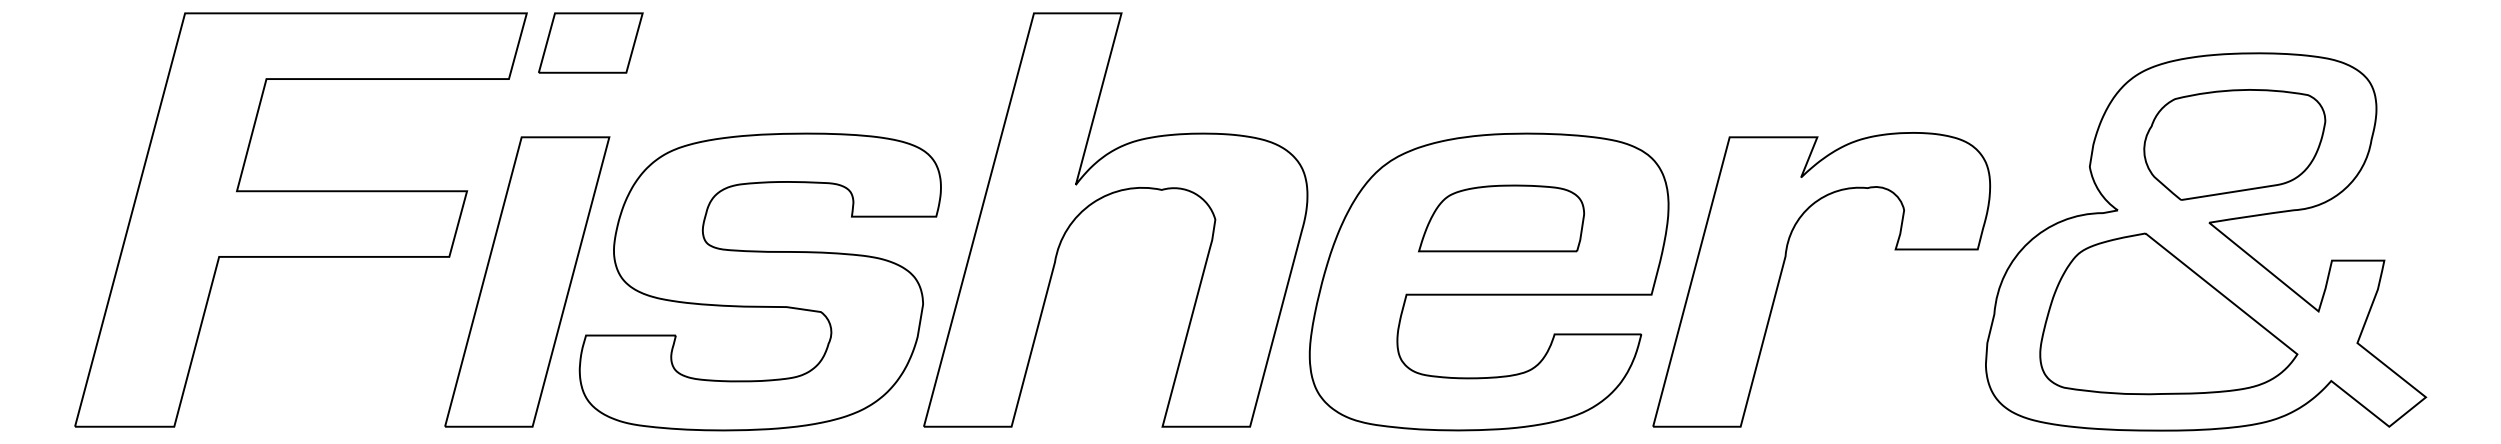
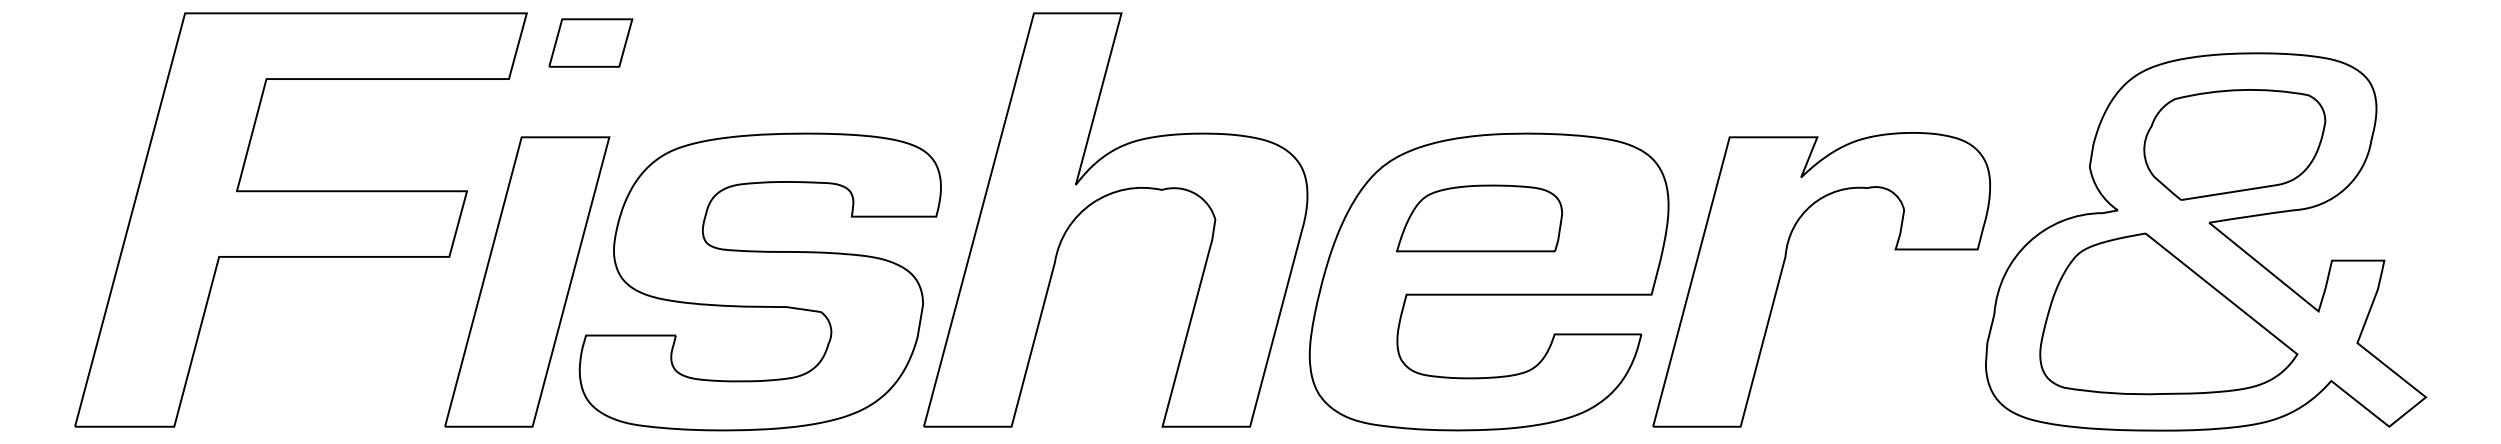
part at (590, 42) size: 106x62 px -> 86x50 px
part at (1501, 218) position: (1501, 218) -> (1479, 218)
